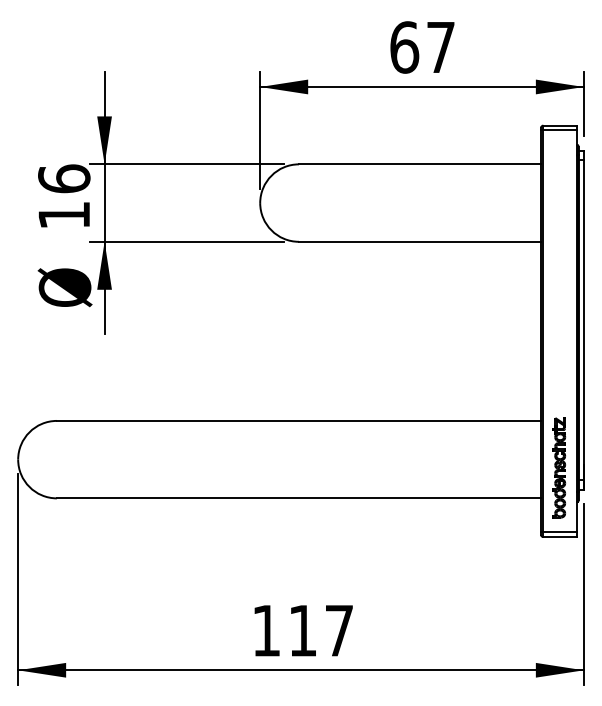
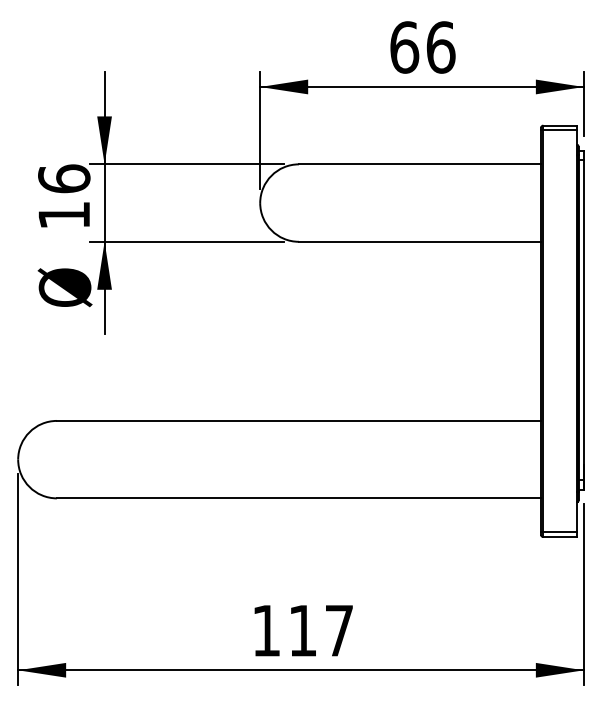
text at (440, 47): 67 -> 66
part at (559, 467): present -> none
